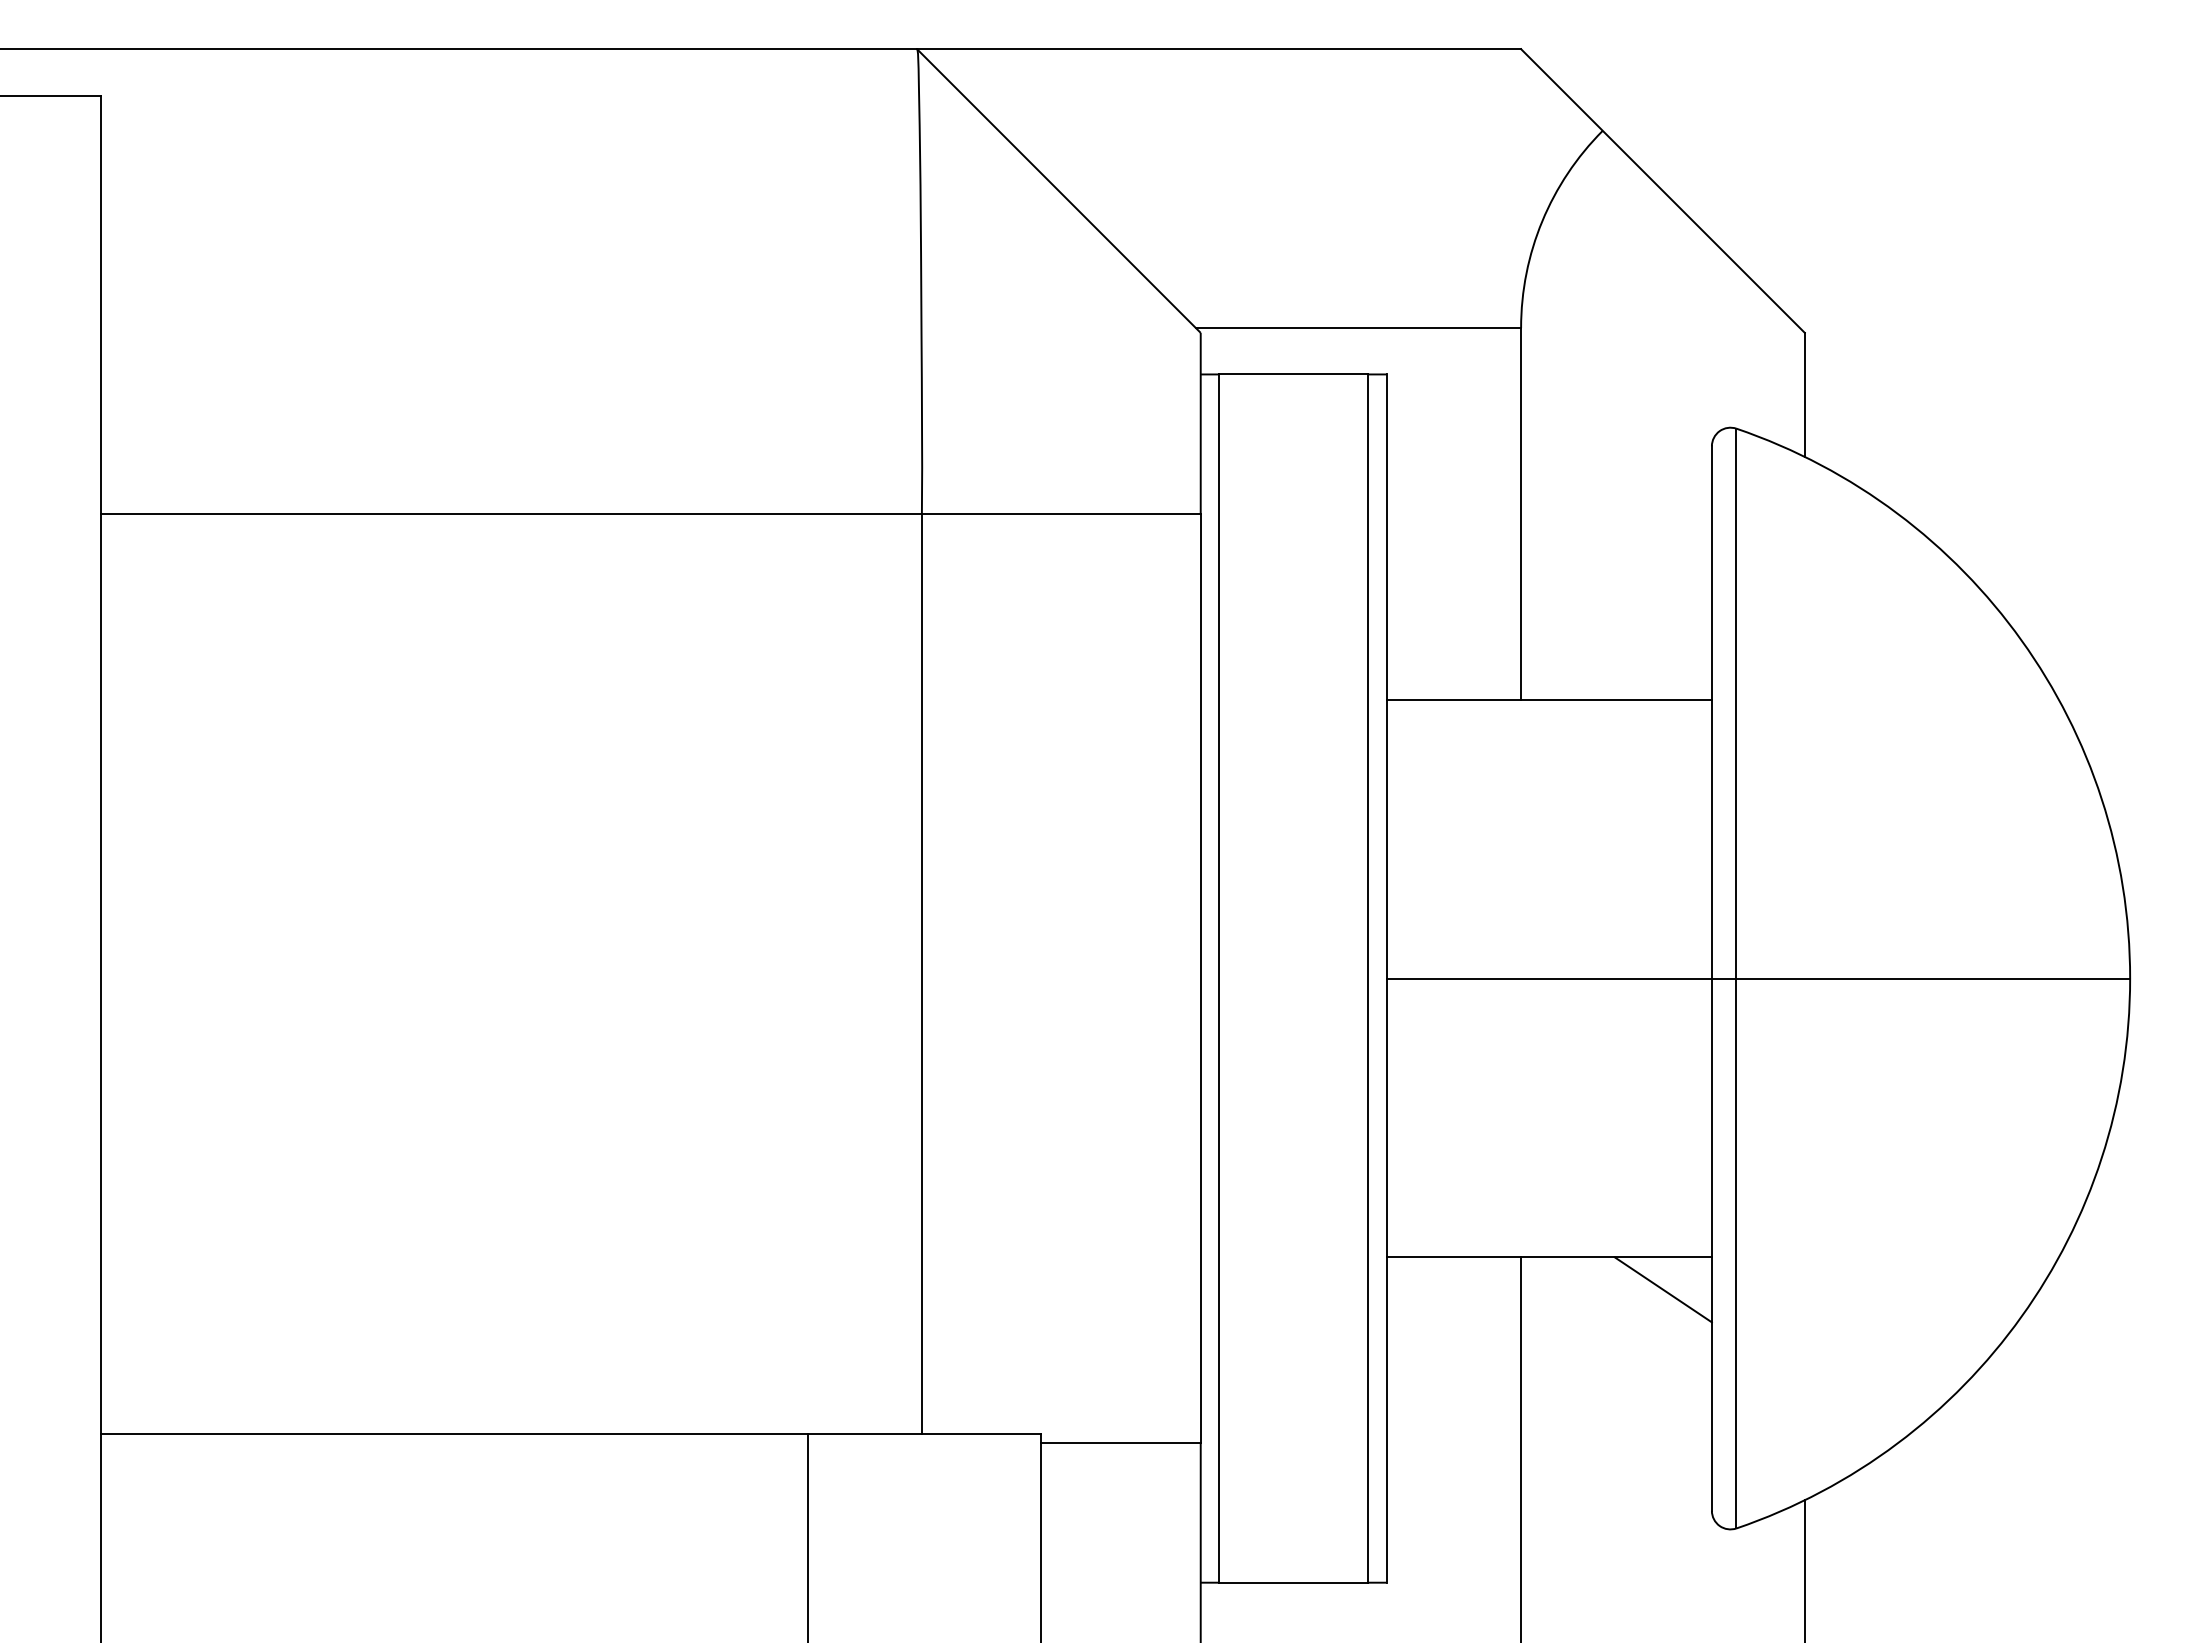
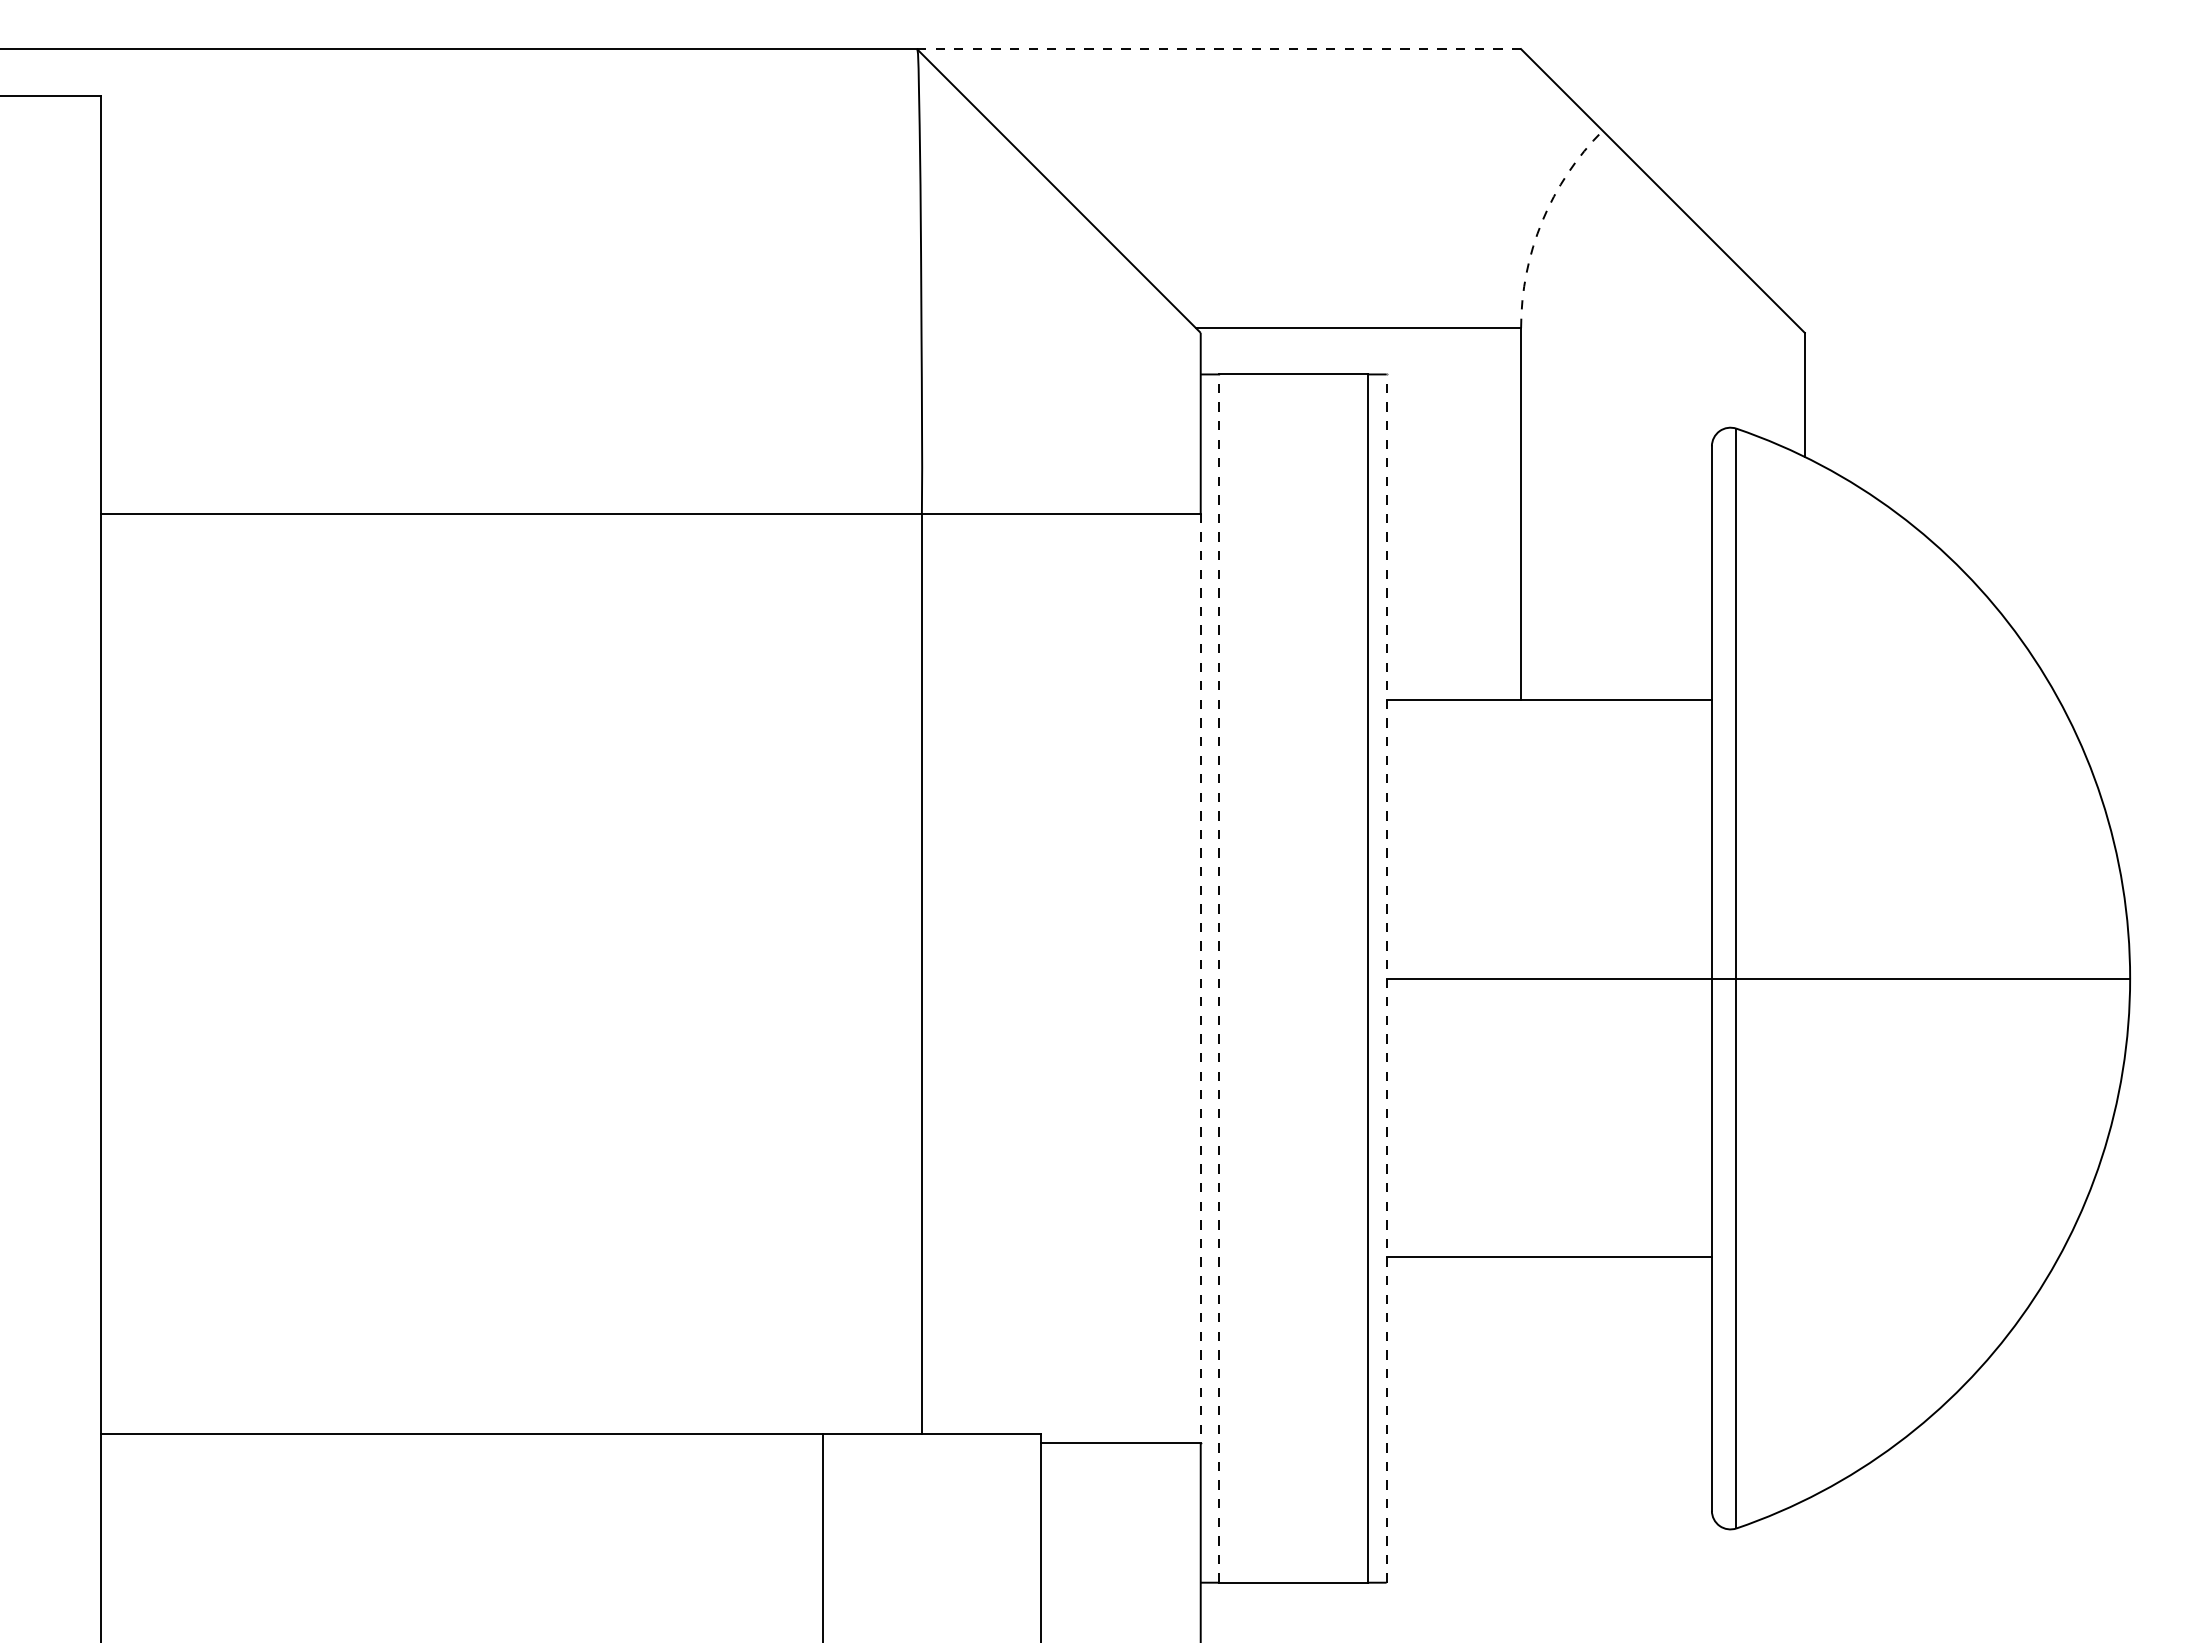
line at (1219, 49): solid -> dashed
arc at (1542, 221): solid -> dashed
line at (1200, 978): solid -> dashed
line at (1219, 978): solid -> dashed
line at (1386, 978): solid -> dashed
line at (1662, 1289): present -> none
line at (1521, 1448): present -> none
line at (808, 1536) position: (808, 1536) -> (823, 1536)
line at (1804, 1569): present -> none
